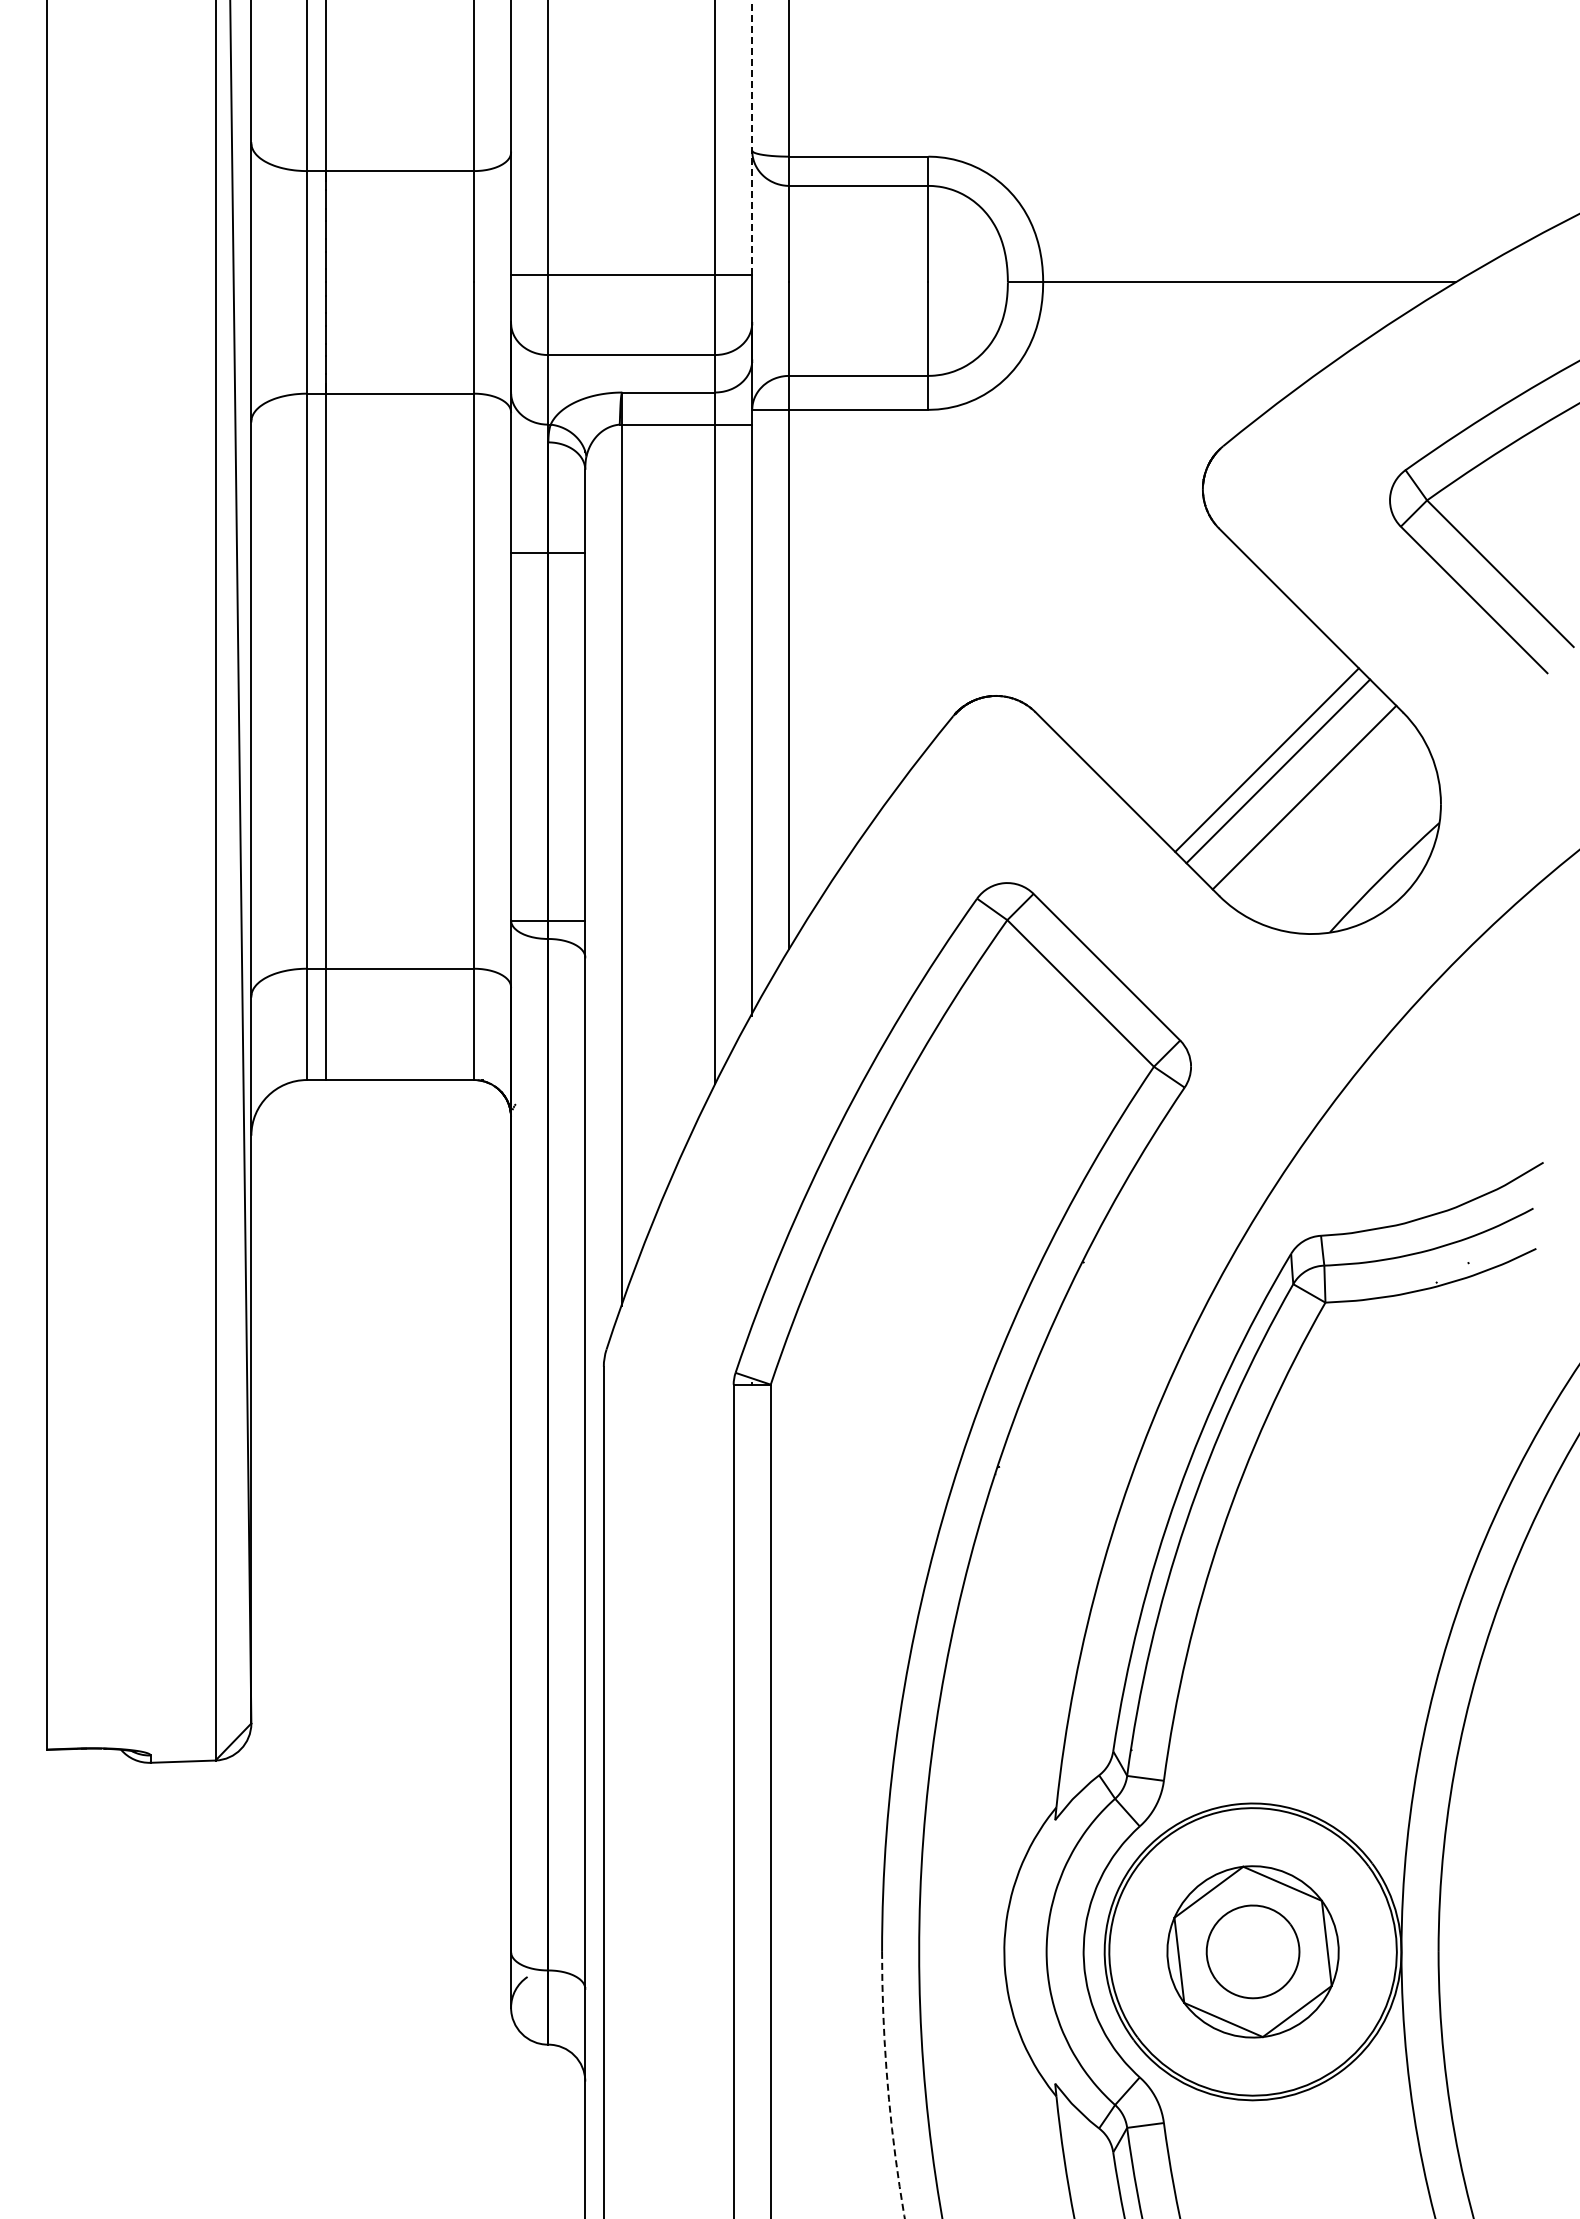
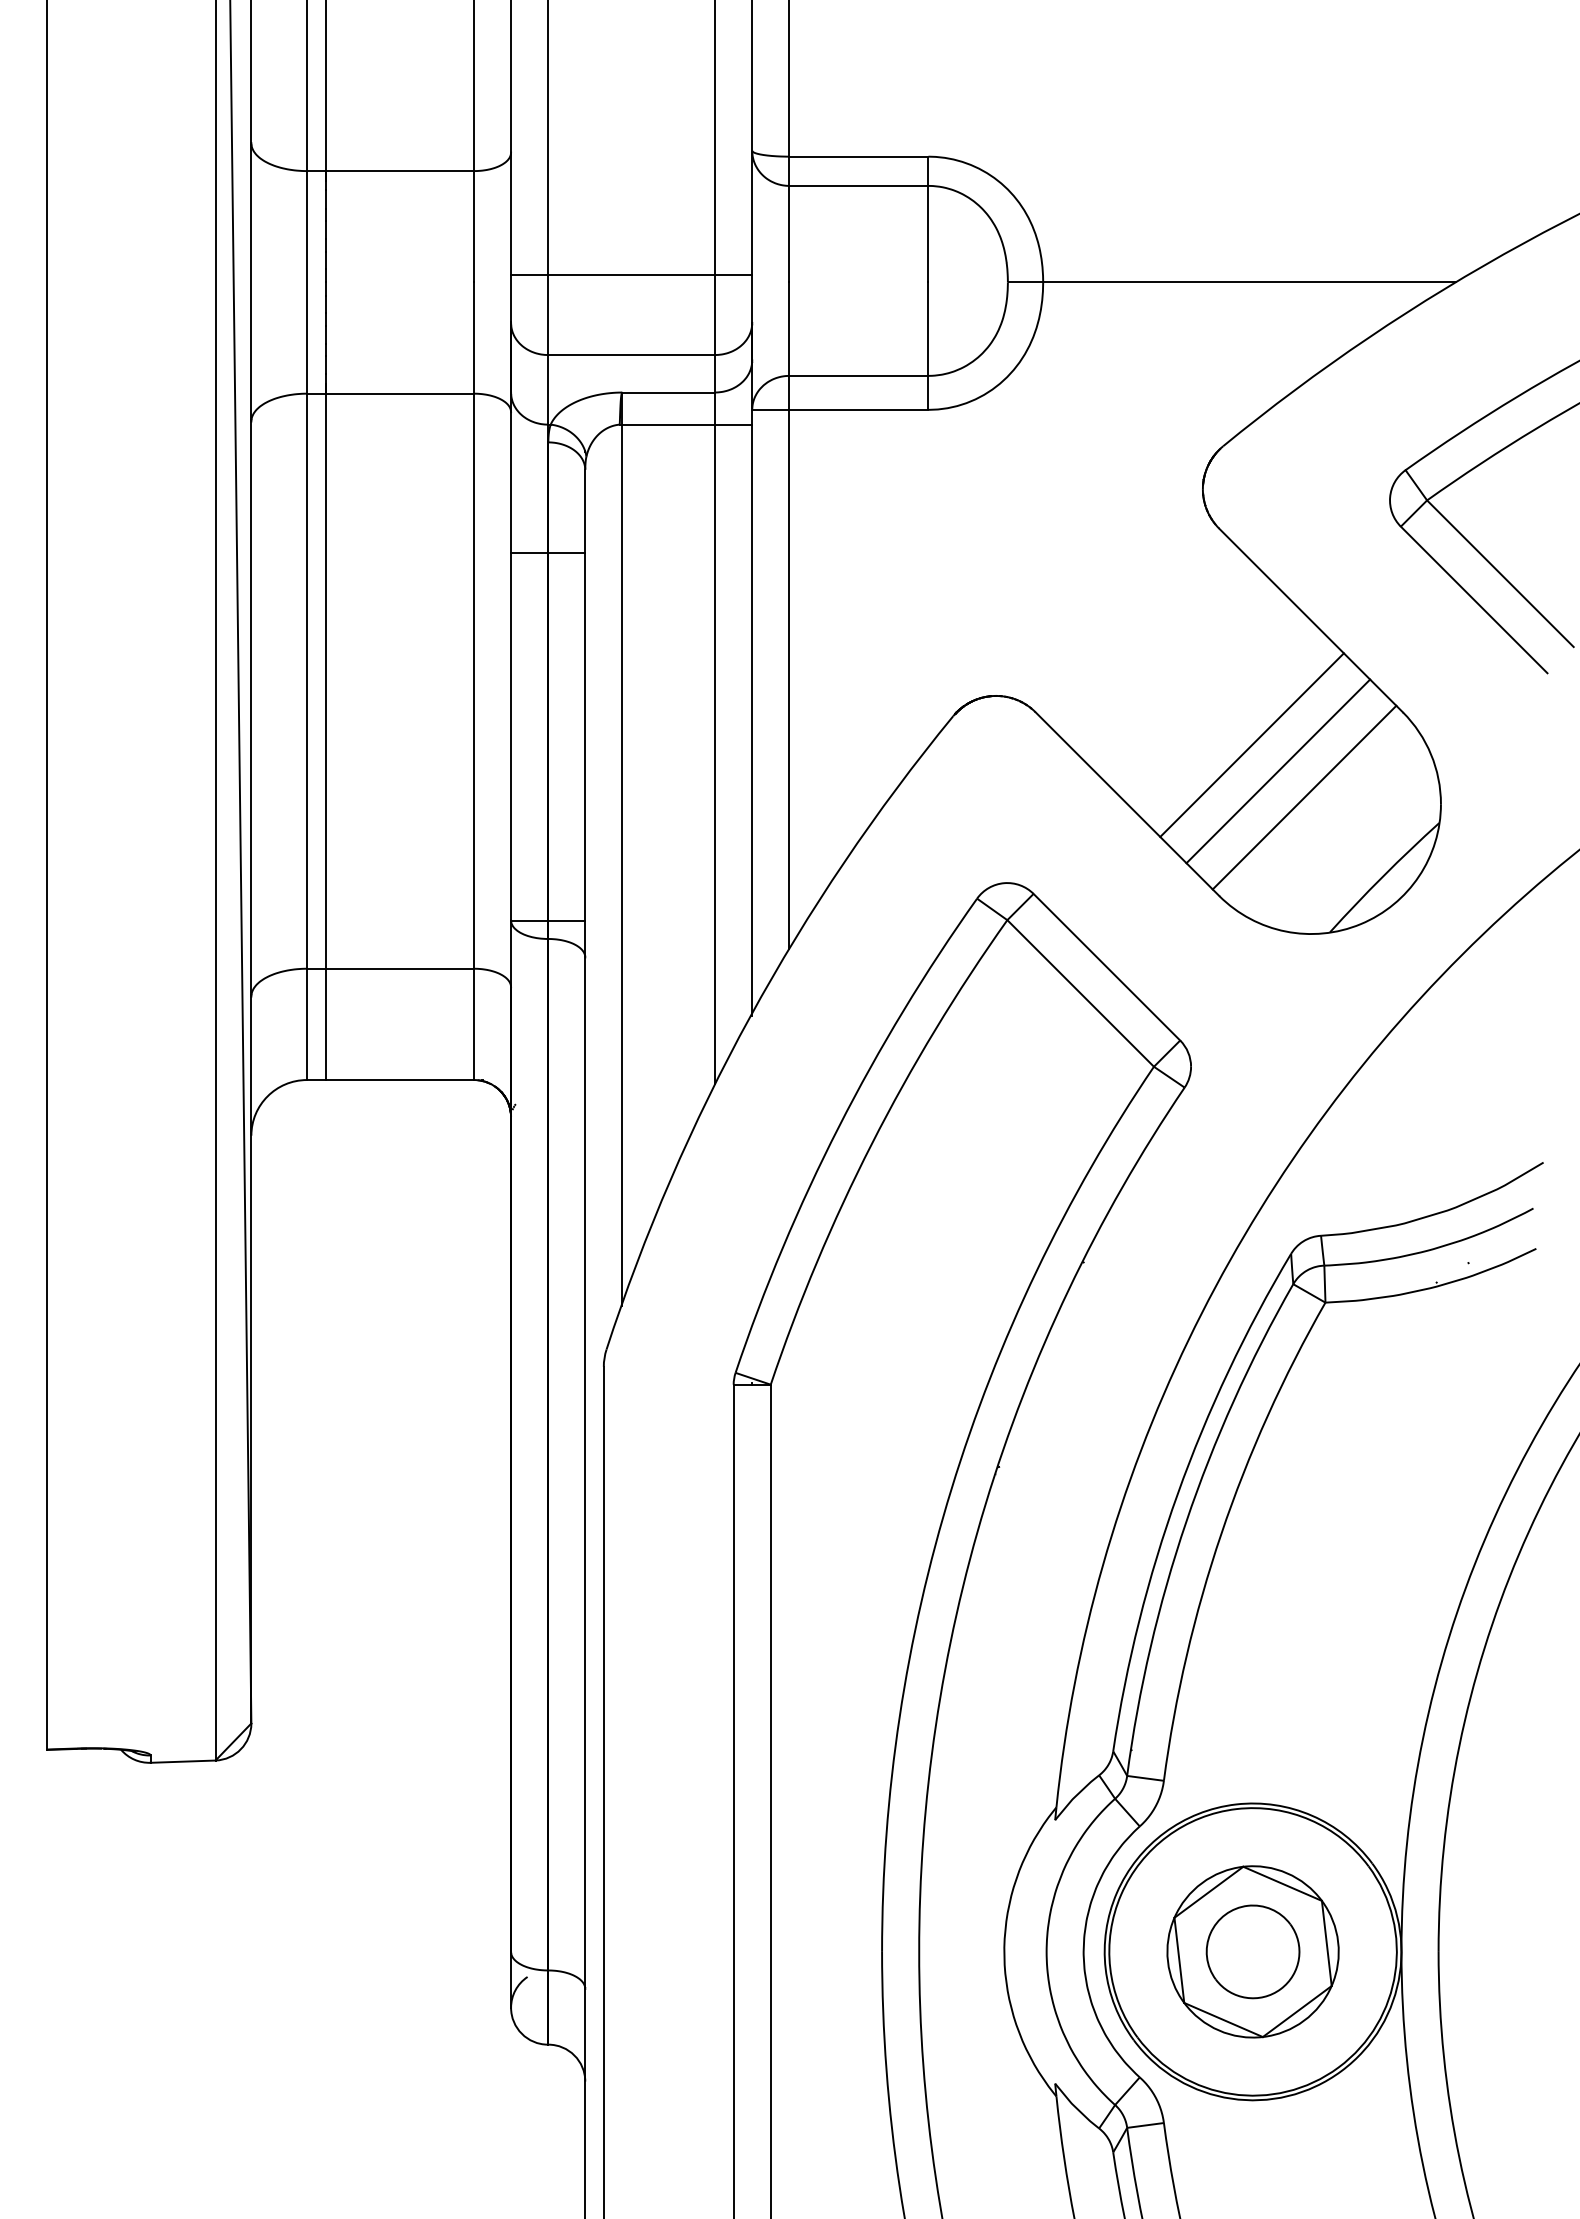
line at (752, 137): dashed -> solid
line at (1266, 759) position: (1266, 759) -> (1251, 744)
arc at (887, 2086): dashed -> solid
